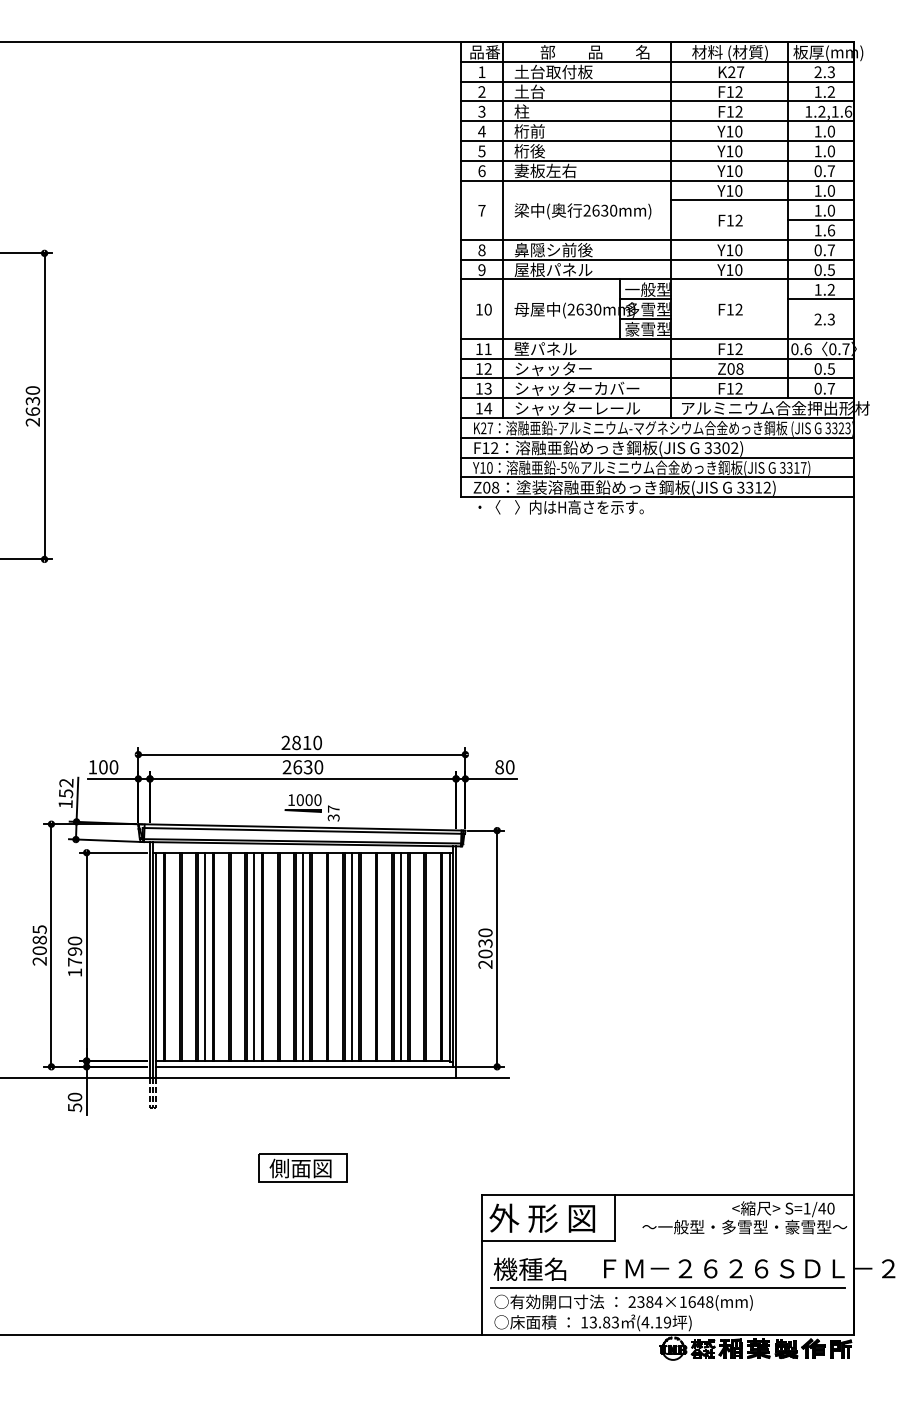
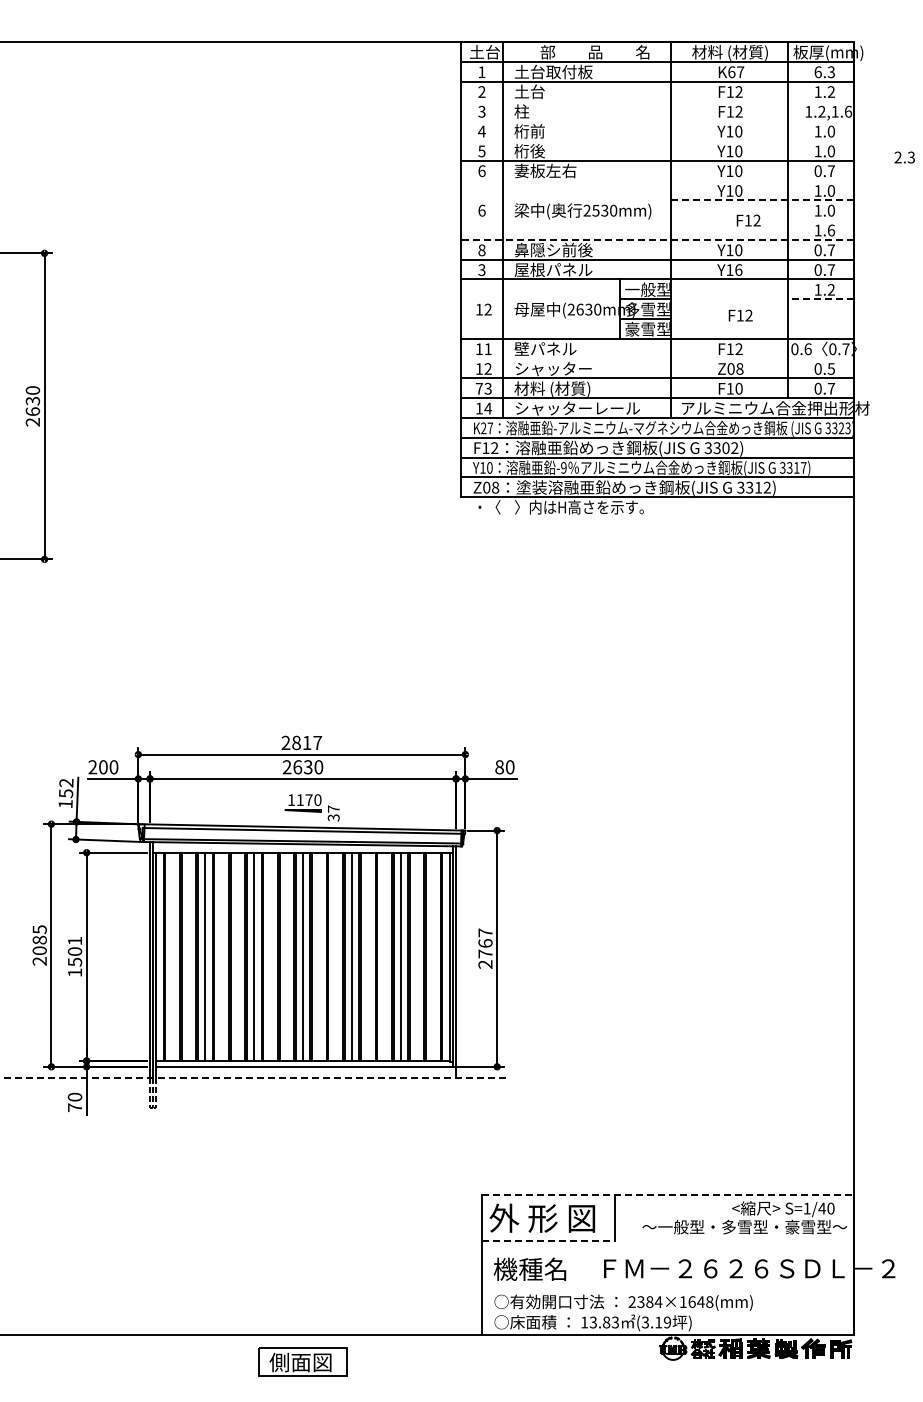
text at (484, 52): 品番 -> 土台
text at (731, 72): K27 -> K67
text at (817, 72): 2.3 -> 6.3
line at (657, 101): present -> none
line at (657, 121): present -> none
line at (657, 140): present -> none
line at (657, 180): present -> none
line at (762, 200): solid -> dashed
text at (481, 210): 7 -> 6
text at (595, 210): 2630mm) -> 2530mm)
text at (730, 220) position: (730, 220) -> (748, 220)
line at (820, 220): present -> none
line at (657, 239): solid -> dashed
text at (481, 269): 9 -> 3
text at (738, 269): Y10 -> Y16
text at (830, 270): 0.5 -> 0.7
line at (820, 299): solid -> dashed
text at (487, 309): 10 -> 12
text at (730, 309) position: (730, 309) -> (740, 315)
text at (824, 319) position: (824, 319) -> (904, 157)
line at (657, 358): present -> none
text at (479, 388): 13 -> 73
text at (576, 388): シャッターカバー -> 材料 (材質)
text at (738, 388): F12 -> F10
text at (563, 467): -5 -> -9
text at (317, 742): 2810 -> 2817
text at (92, 767): 100 -> 200
text at (304, 800): 1000 -> 1170
text at (485, 943): 2030 -> 2767
text at (74, 951): 1790 -> 1501
line at (254, 1078): solid -> dashed
text at (75, 1107): 50 -> 70
part at (302, 1167) position: (302, 1167) -> (302, 1361)
line at (668, 1194): solid -> dashed
line at (548, 1241): solid -> dashed
line at (667, 1287): present -> none
text at (645, 1322): (4.19 -> (3.19
